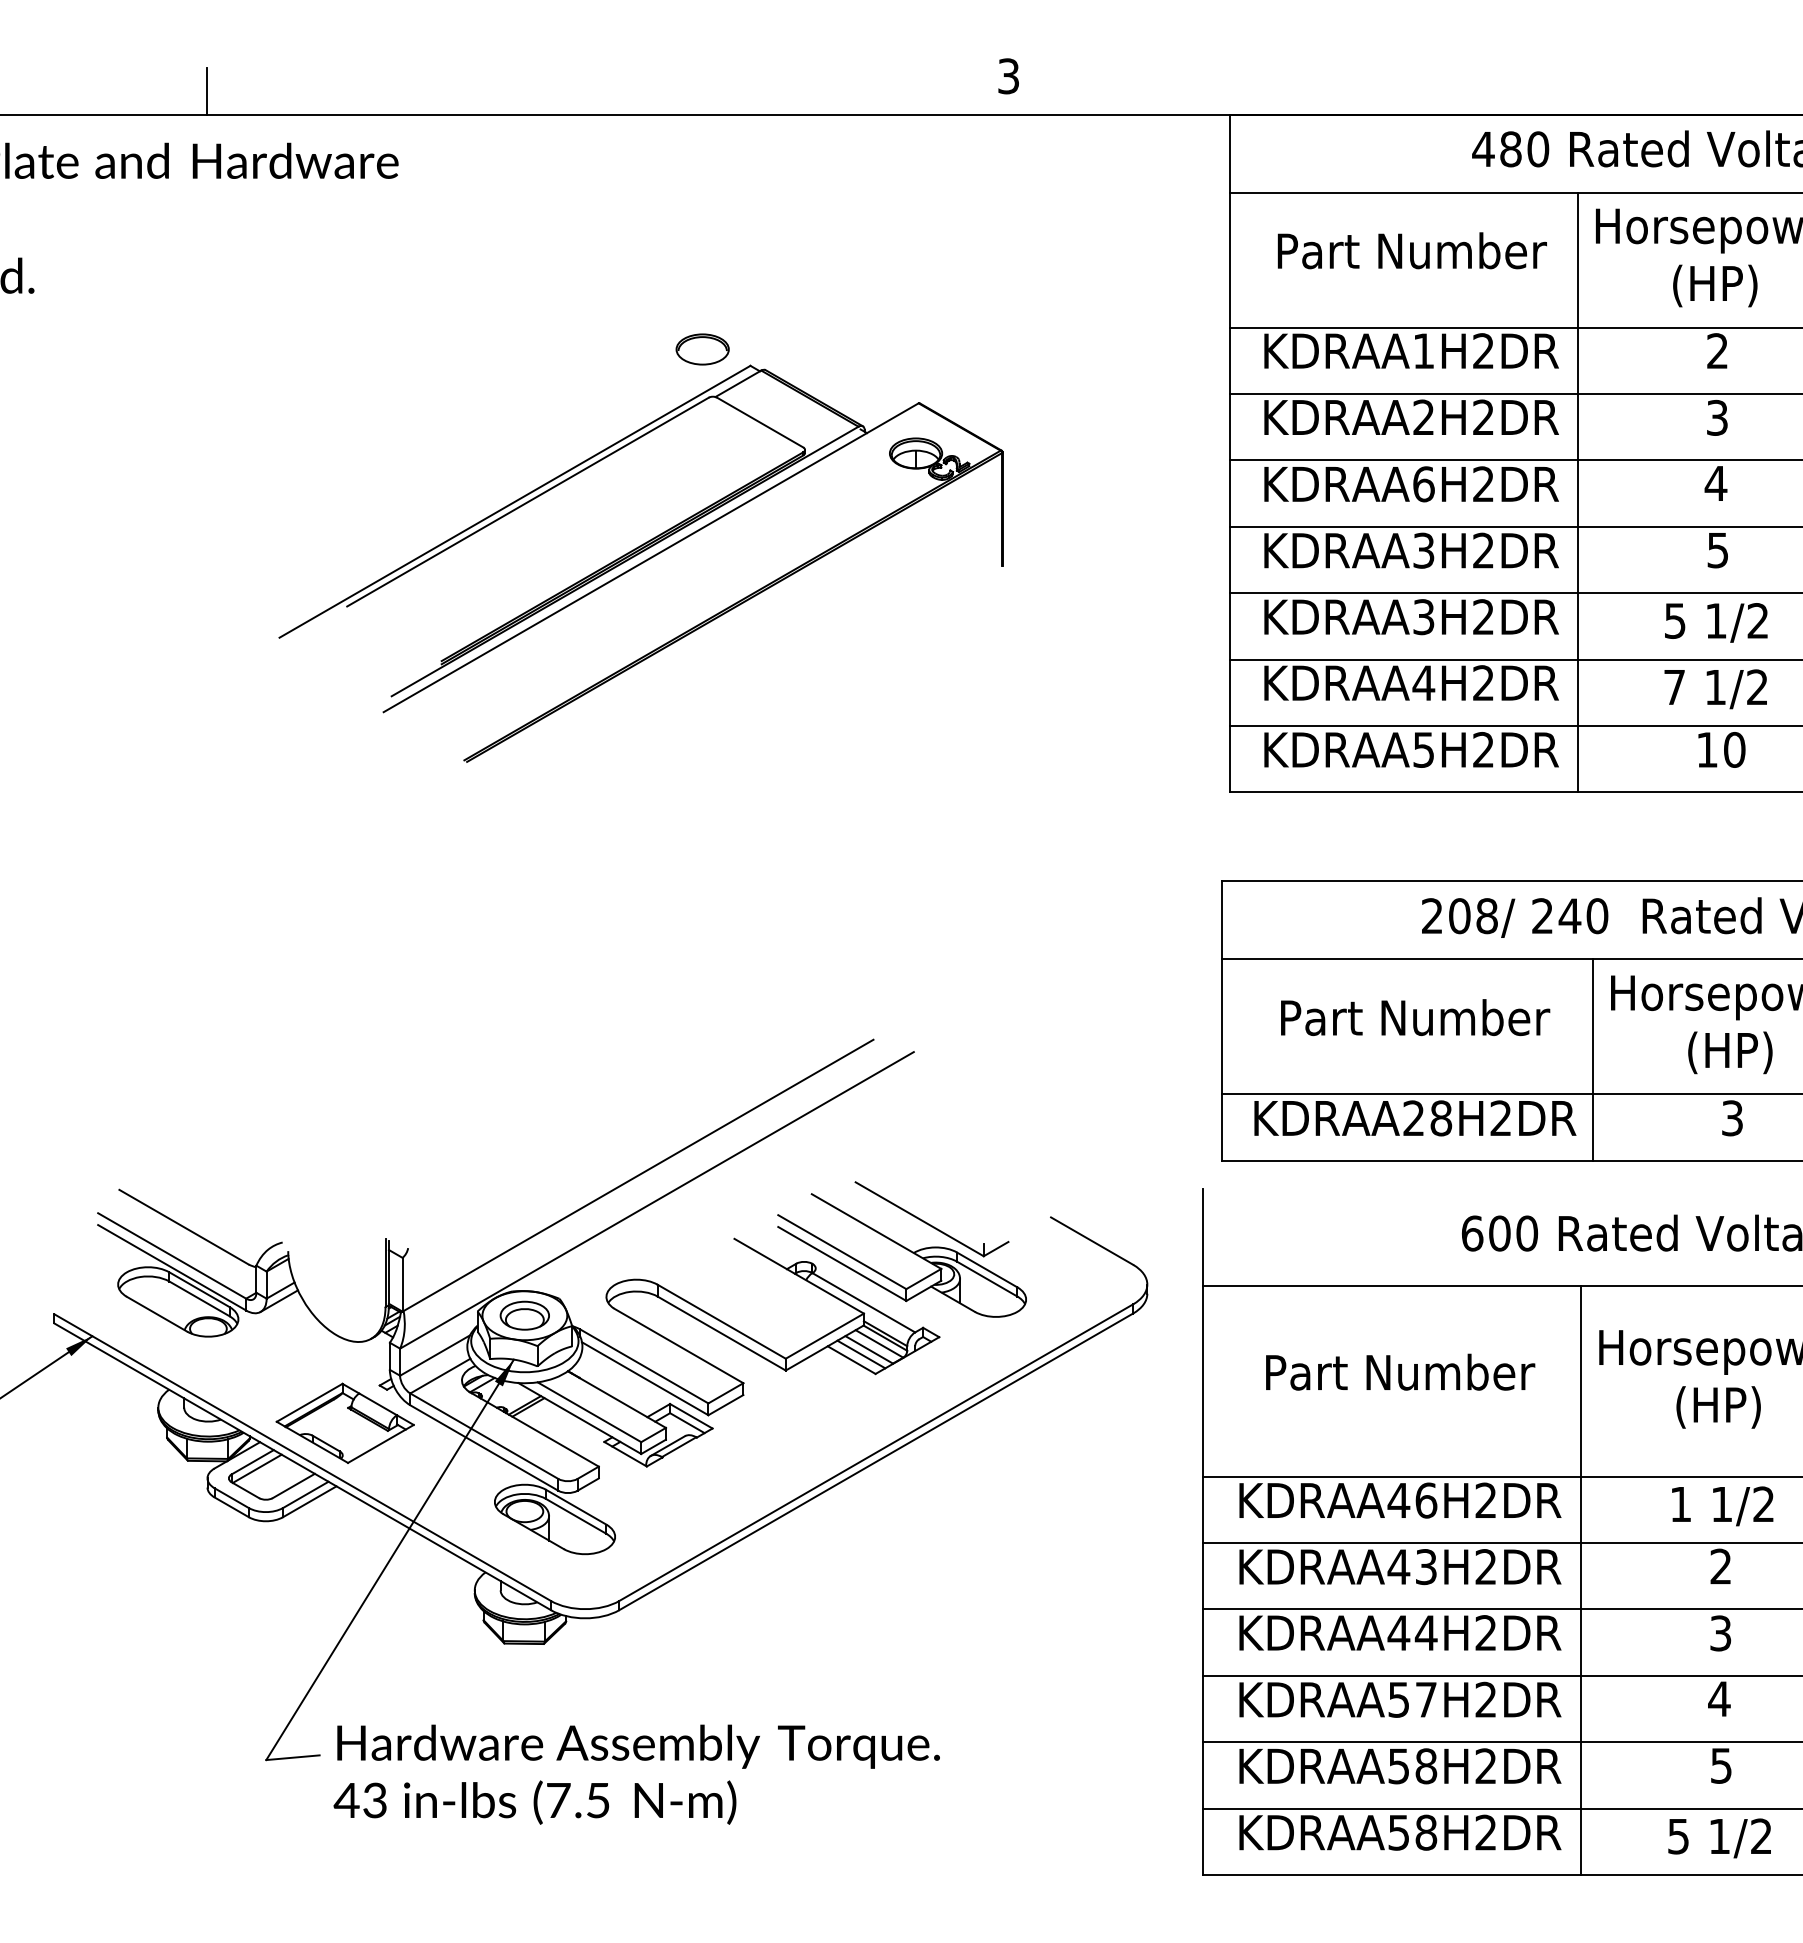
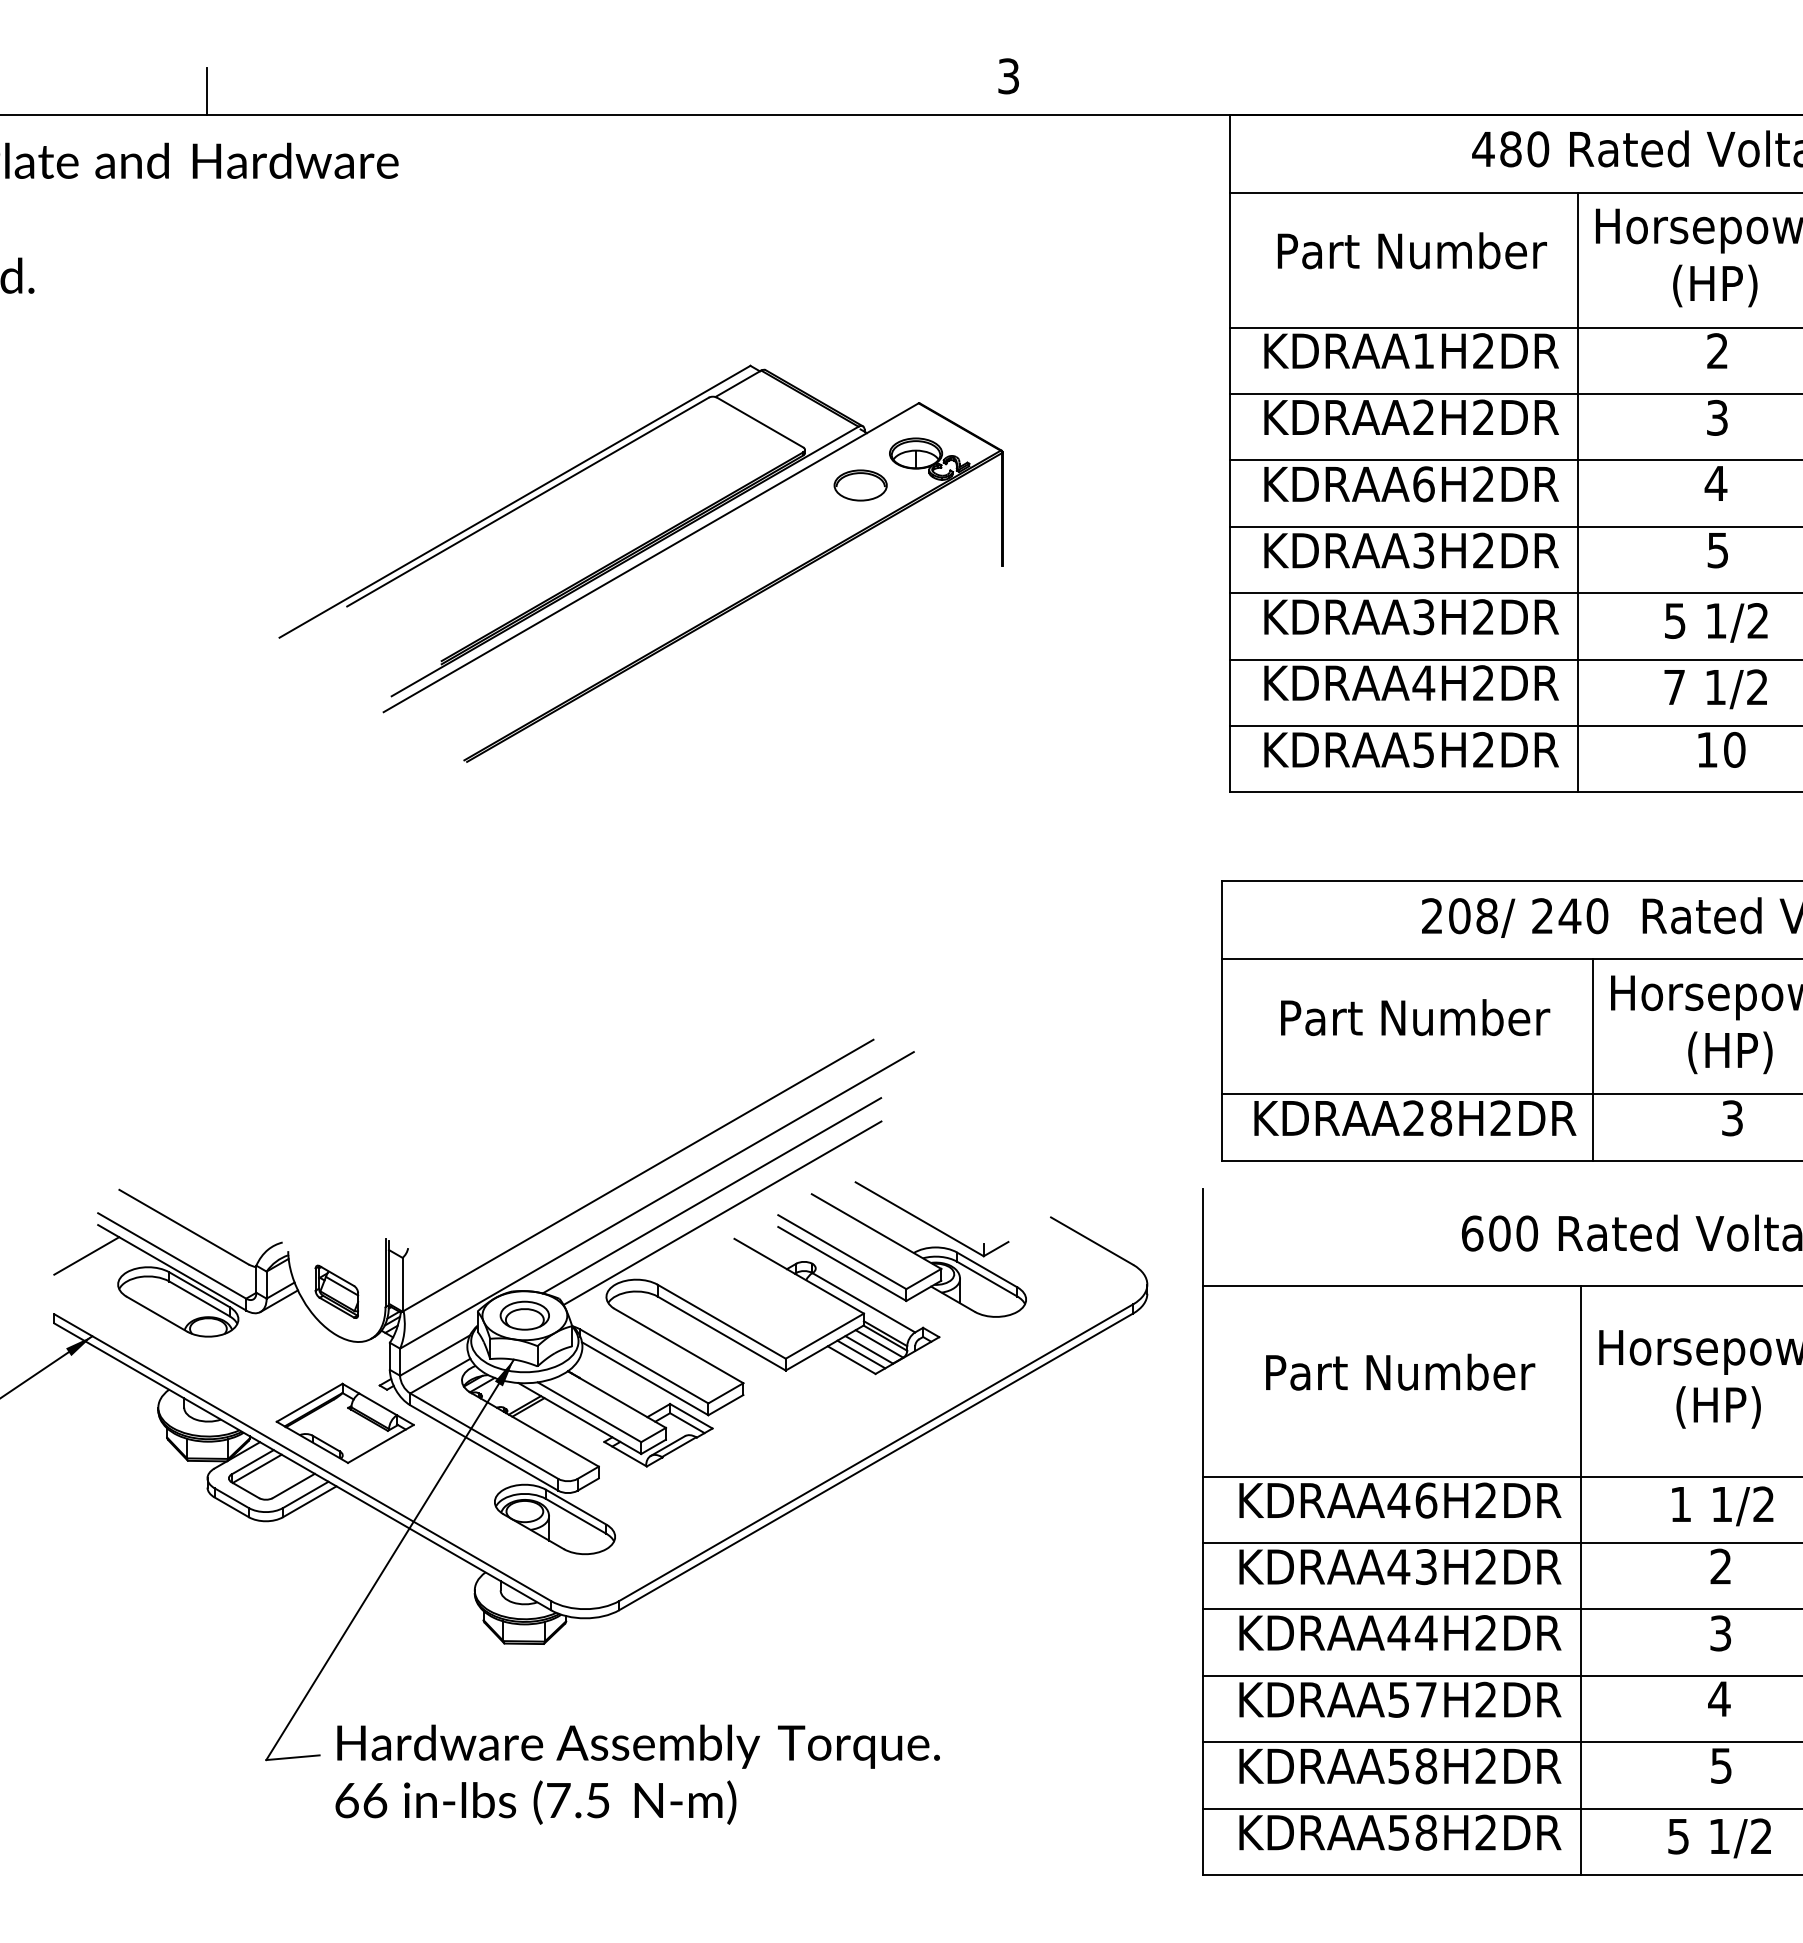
part at (702, 349) position: (702, 349) -> (860, 485)
line at (711, 1195): none -> present
line at (722, 1212): none -> present
line at (86, 1255): none -> present
part at (336, 1291): none -> present
text at (360, 1800): 43 -> 66
